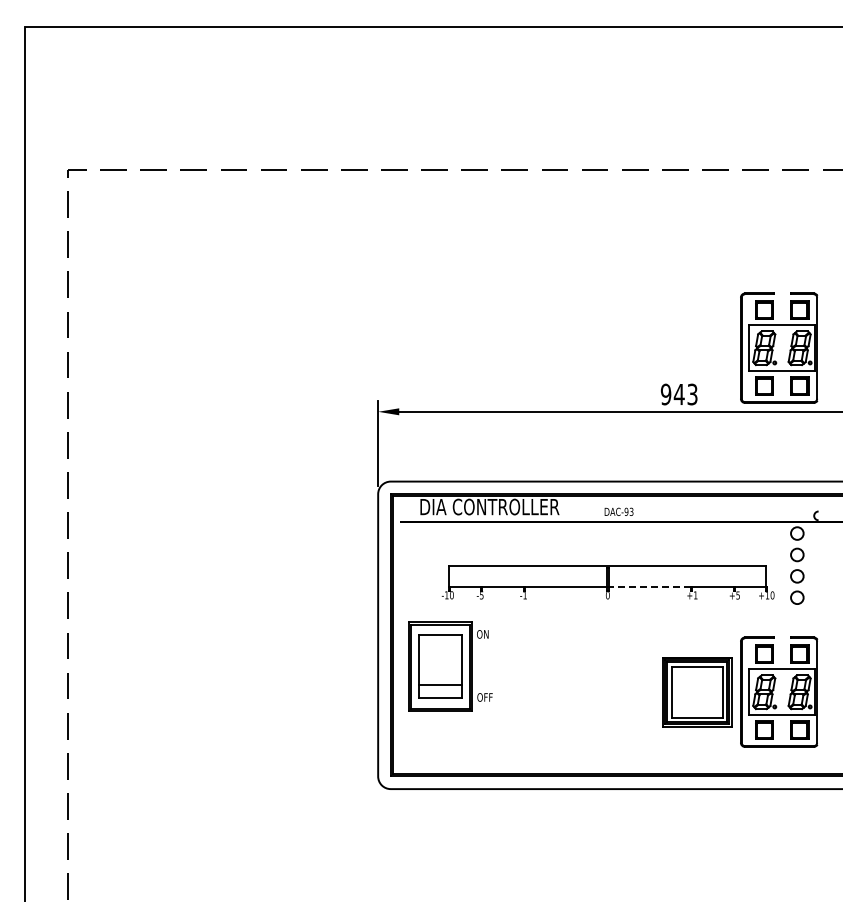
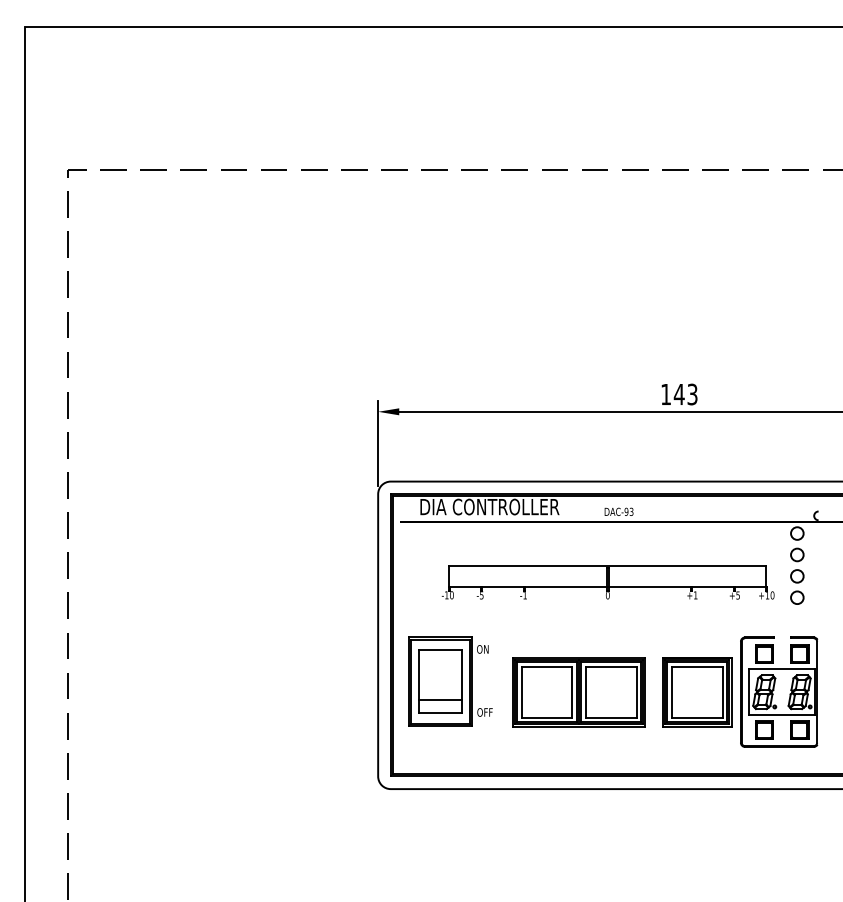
part at (779, 347): present -> none
text at (665, 394): 943 -> 143
line at (649, 586): dashed -> solid
part at (450, 666) position: (450, 666) -> (450, 681)
part at (578, 692): none -> present
